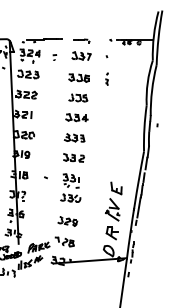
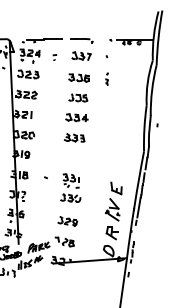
part at (81, 40) size: 18x6 px -> 24x6 px
part at (73, 157): present -> none
